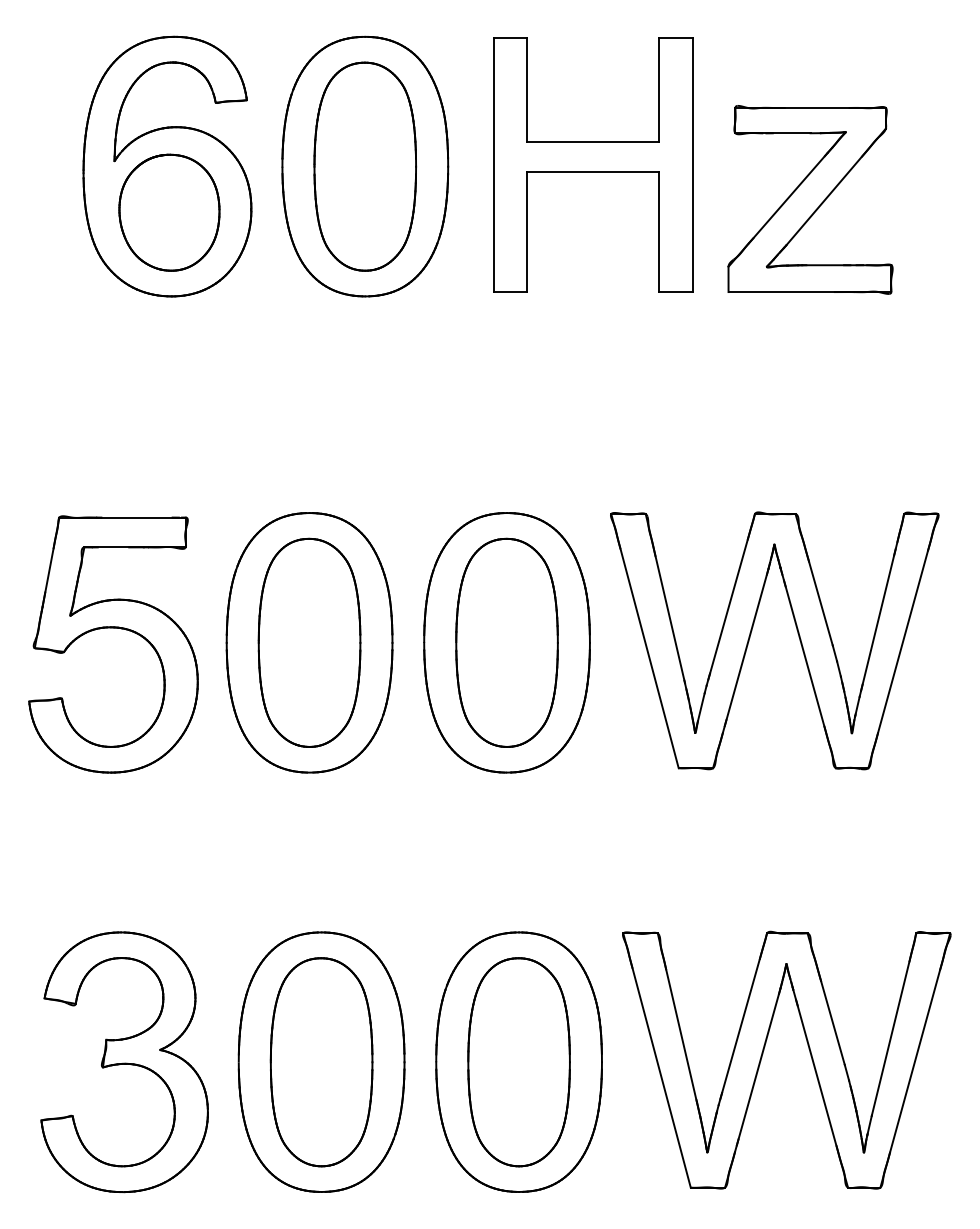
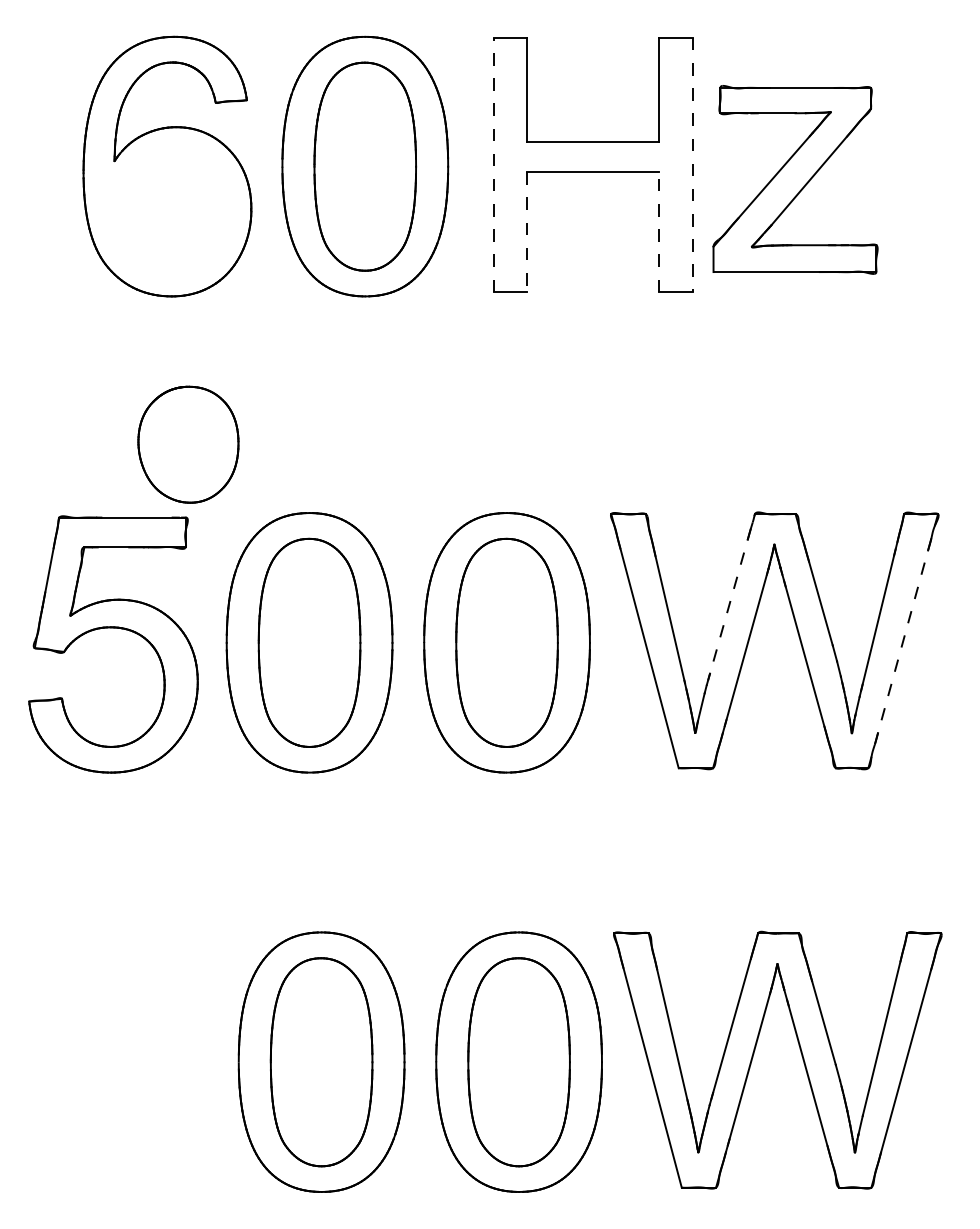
line at (493, 164): solid -> dashed
line at (692, 165): solid -> dashed
part at (810, 199) position: (810, 199) -> (795, 179)
part at (169, 212) position: (169, 212) -> (188, 444)
line at (527, 232): solid -> dashed
line at (659, 232): solid -> dashed
line at (730, 599): solid -> dashed
line at (903, 641): solid -> dashed
part at (763, 1054) position: (763, 1054) -> (754, 1054)
part at (124, 1062): present -> none
